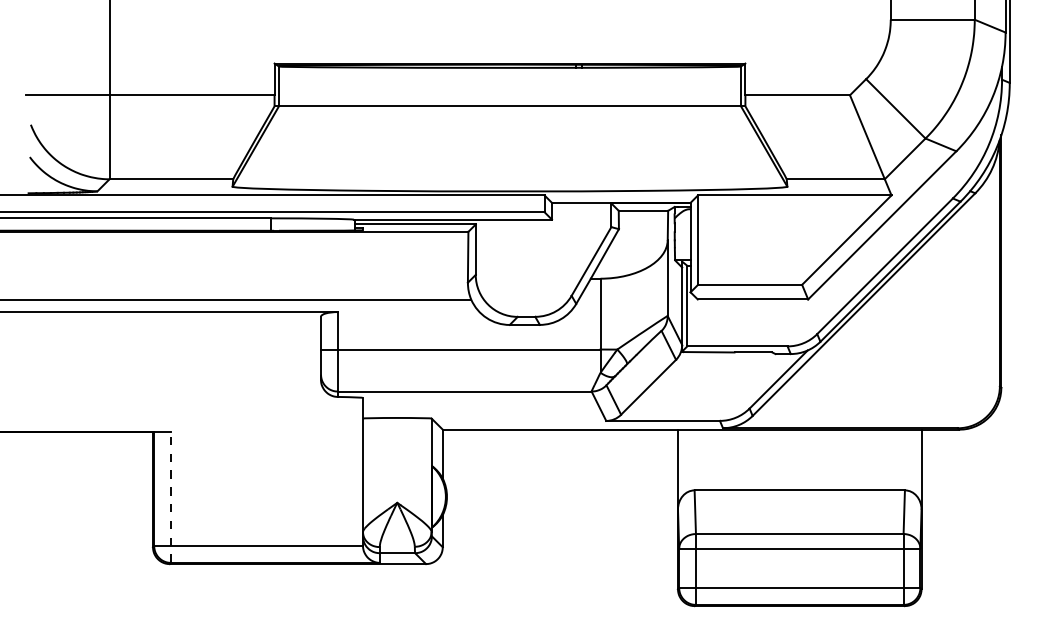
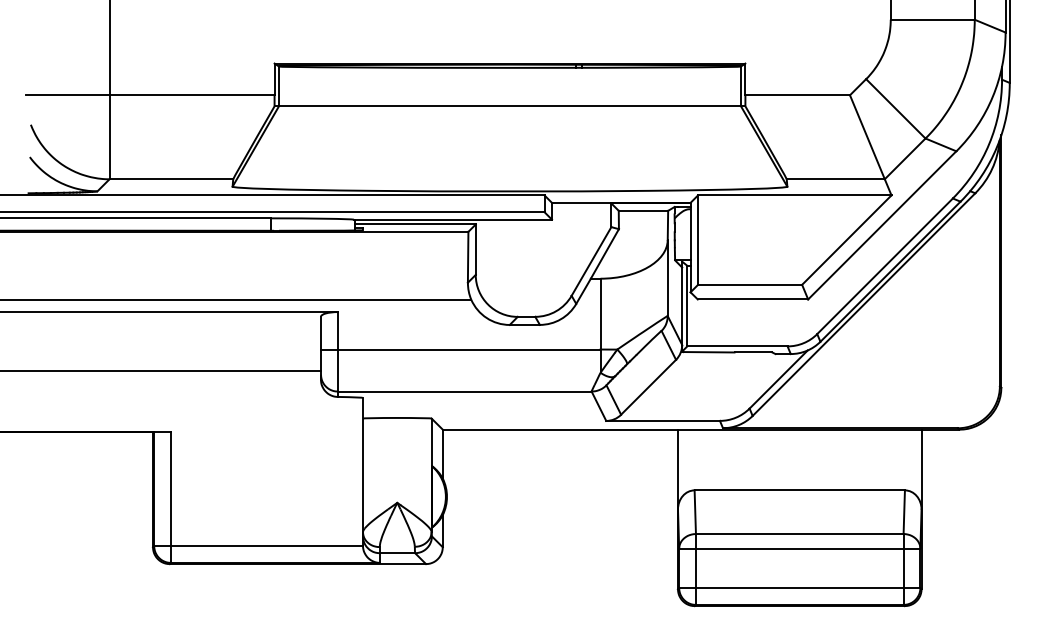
line at (161, 370): none -> present
line at (170, 497): dashed -> solid
